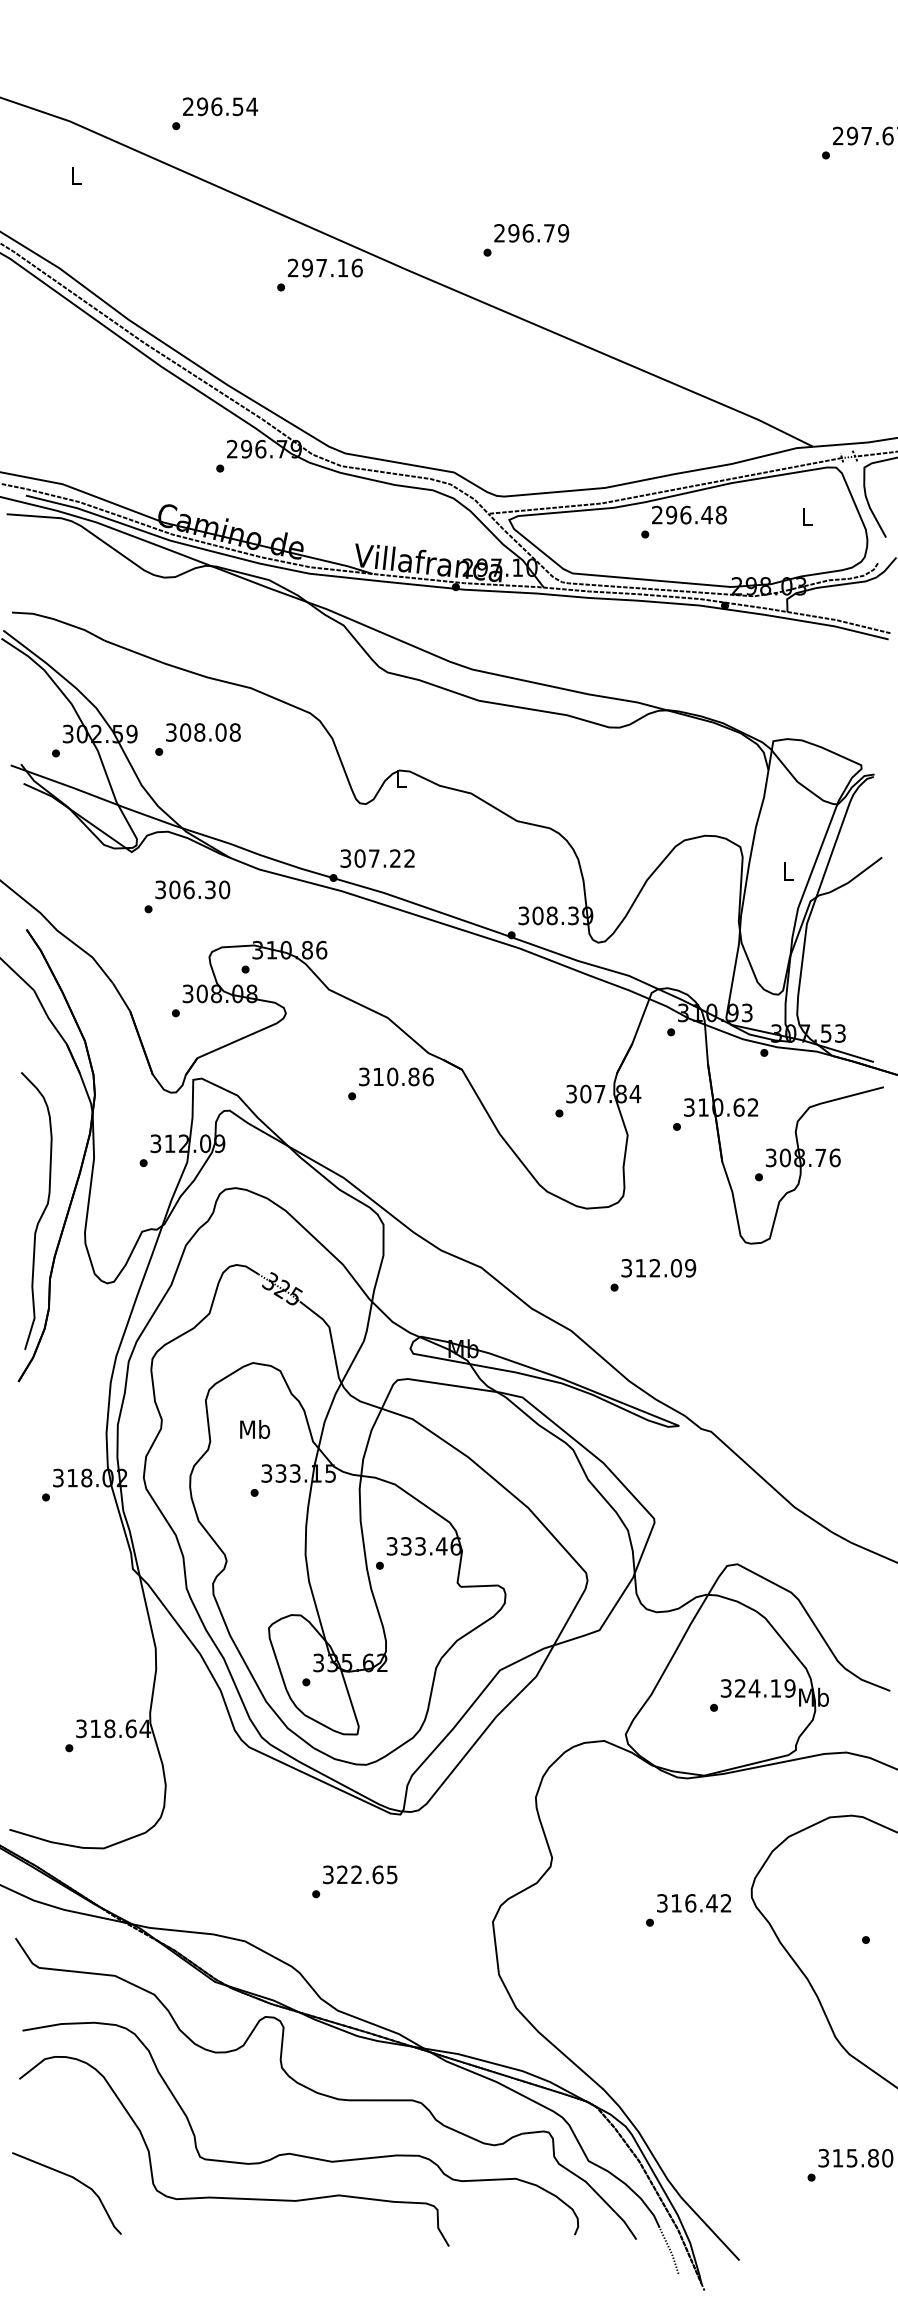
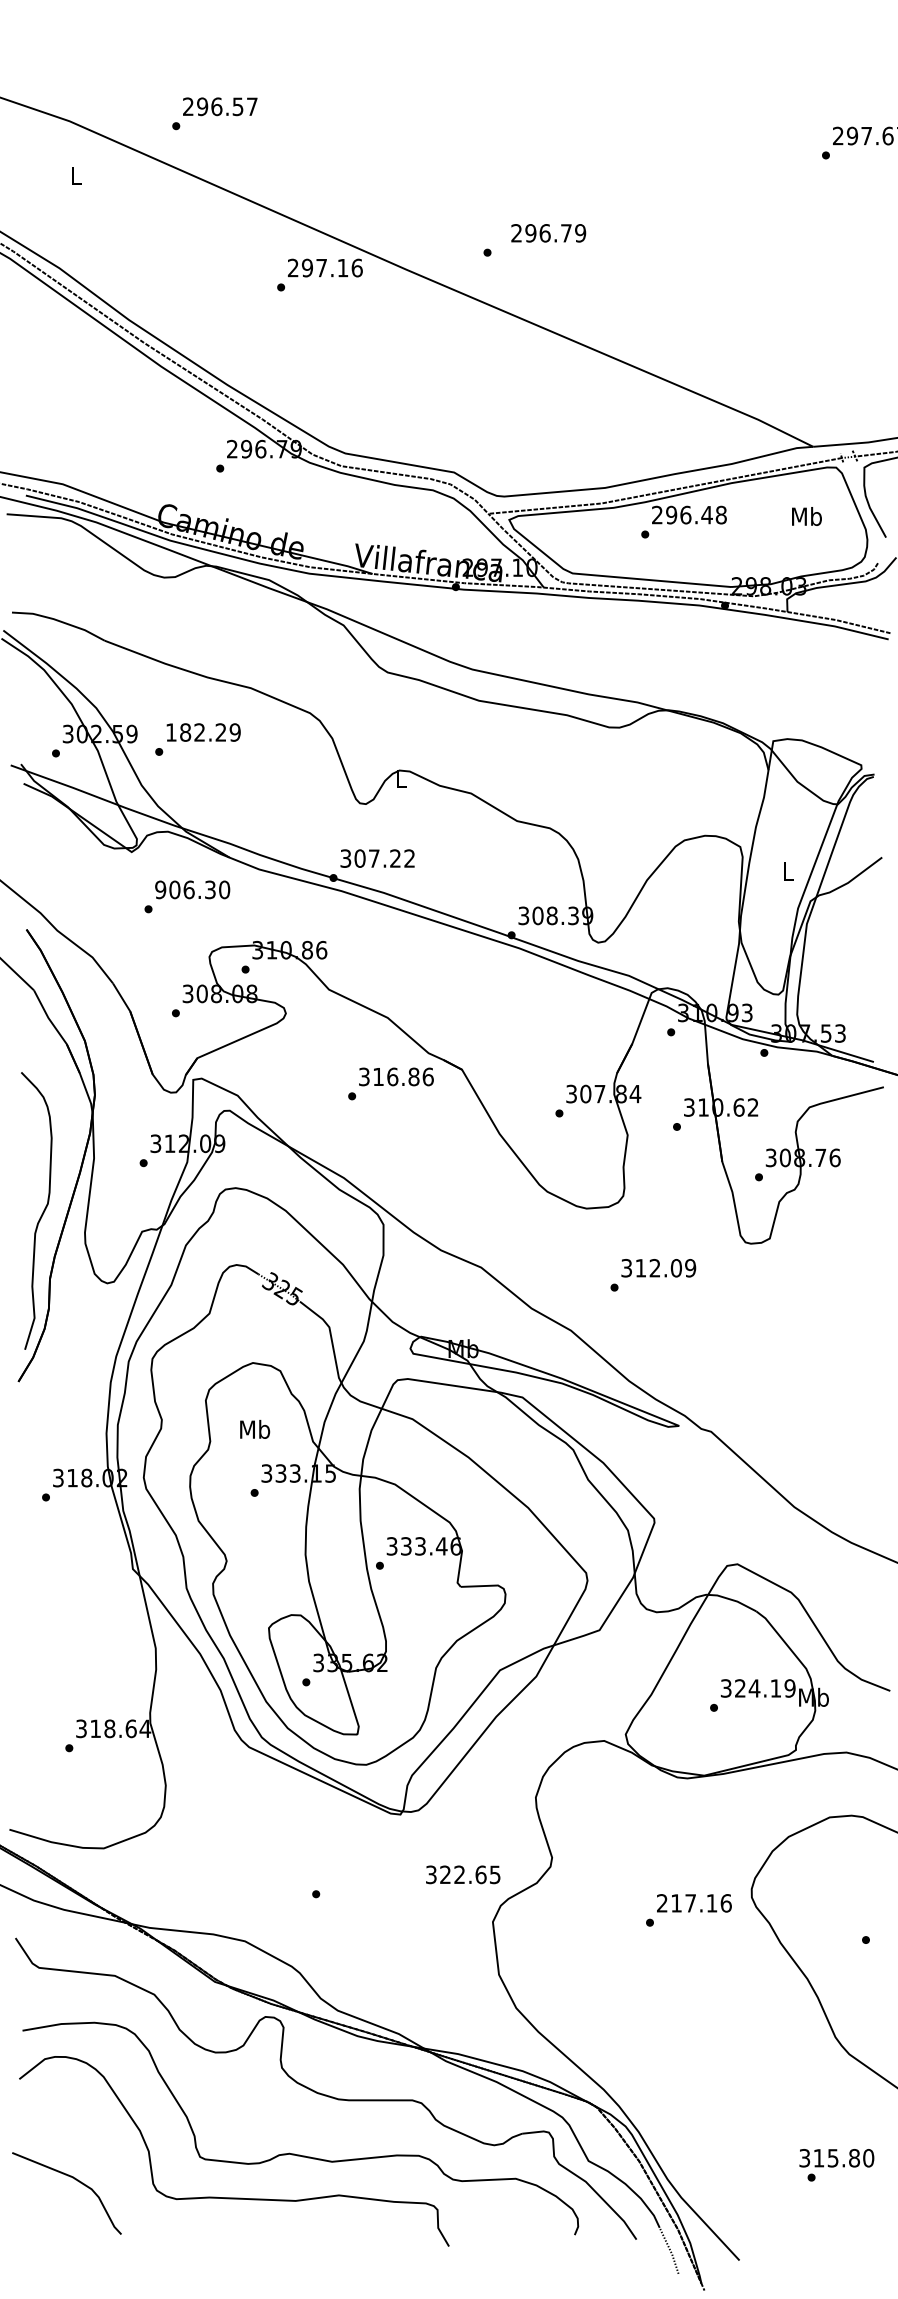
text at (252, 106): 296.54 -> 296.57
text at (531, 233) position: (531, 233) -> (548, 233)
text at (806, 516): L -> Mb
text at (203, 732): 308.08 -> 182.29
text at (160, 889): 306.30 -> 906.30
text at (392, 1076): 310.86 -> 316.86
text at (360, 1874) position: (360, 1874) -> (463, 1874)
text at (694, 1903): 316.42 -> 217.16
text at (855, 2158) position: (855, 2158) -> (836, 2158)
